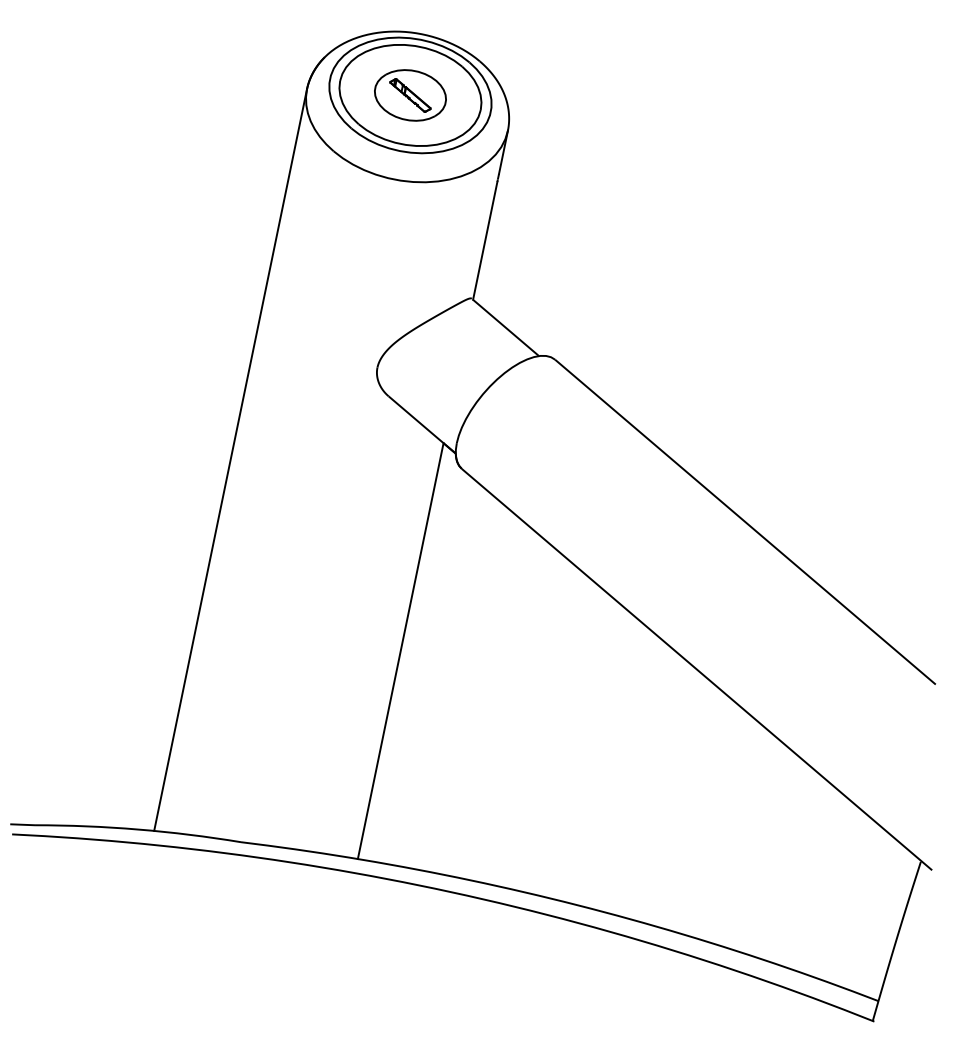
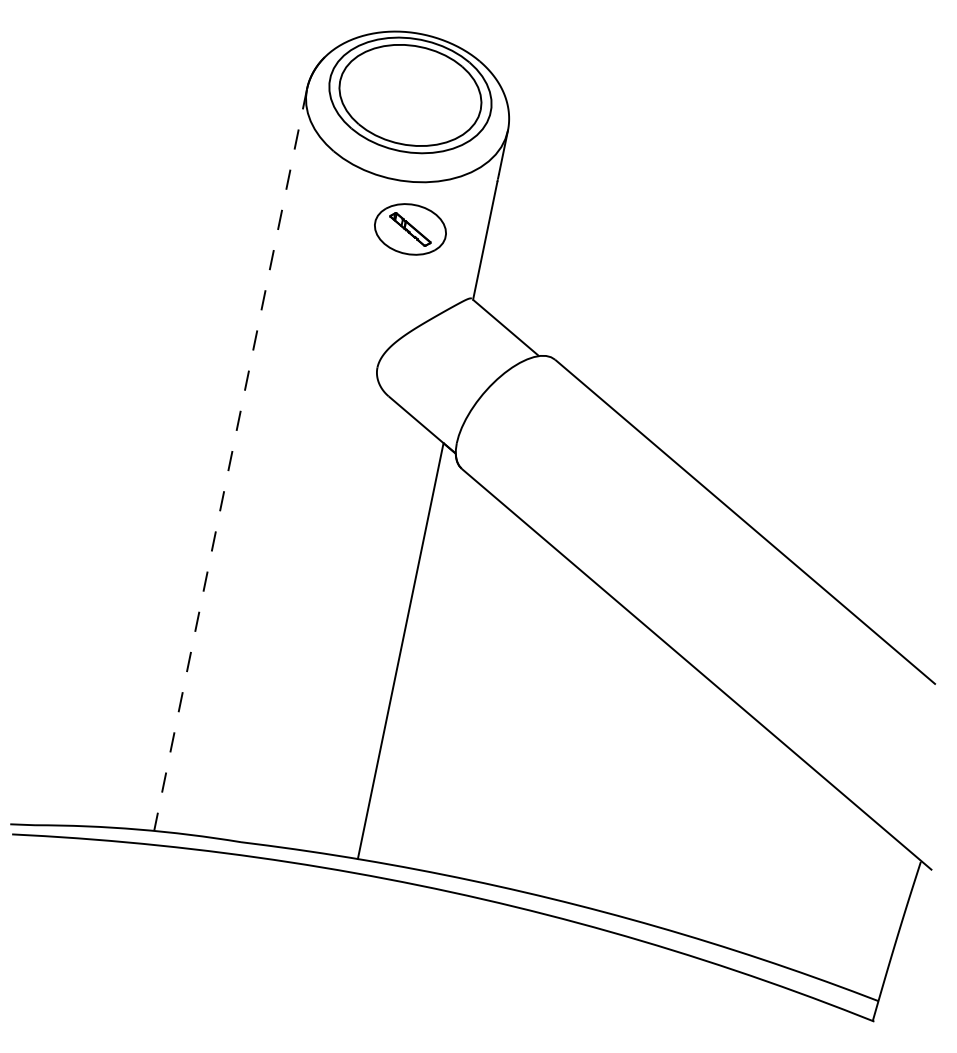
part at (410, 95) position: (410, 95) -> (410, 229)
line at (230, 460): solid -> dashed
